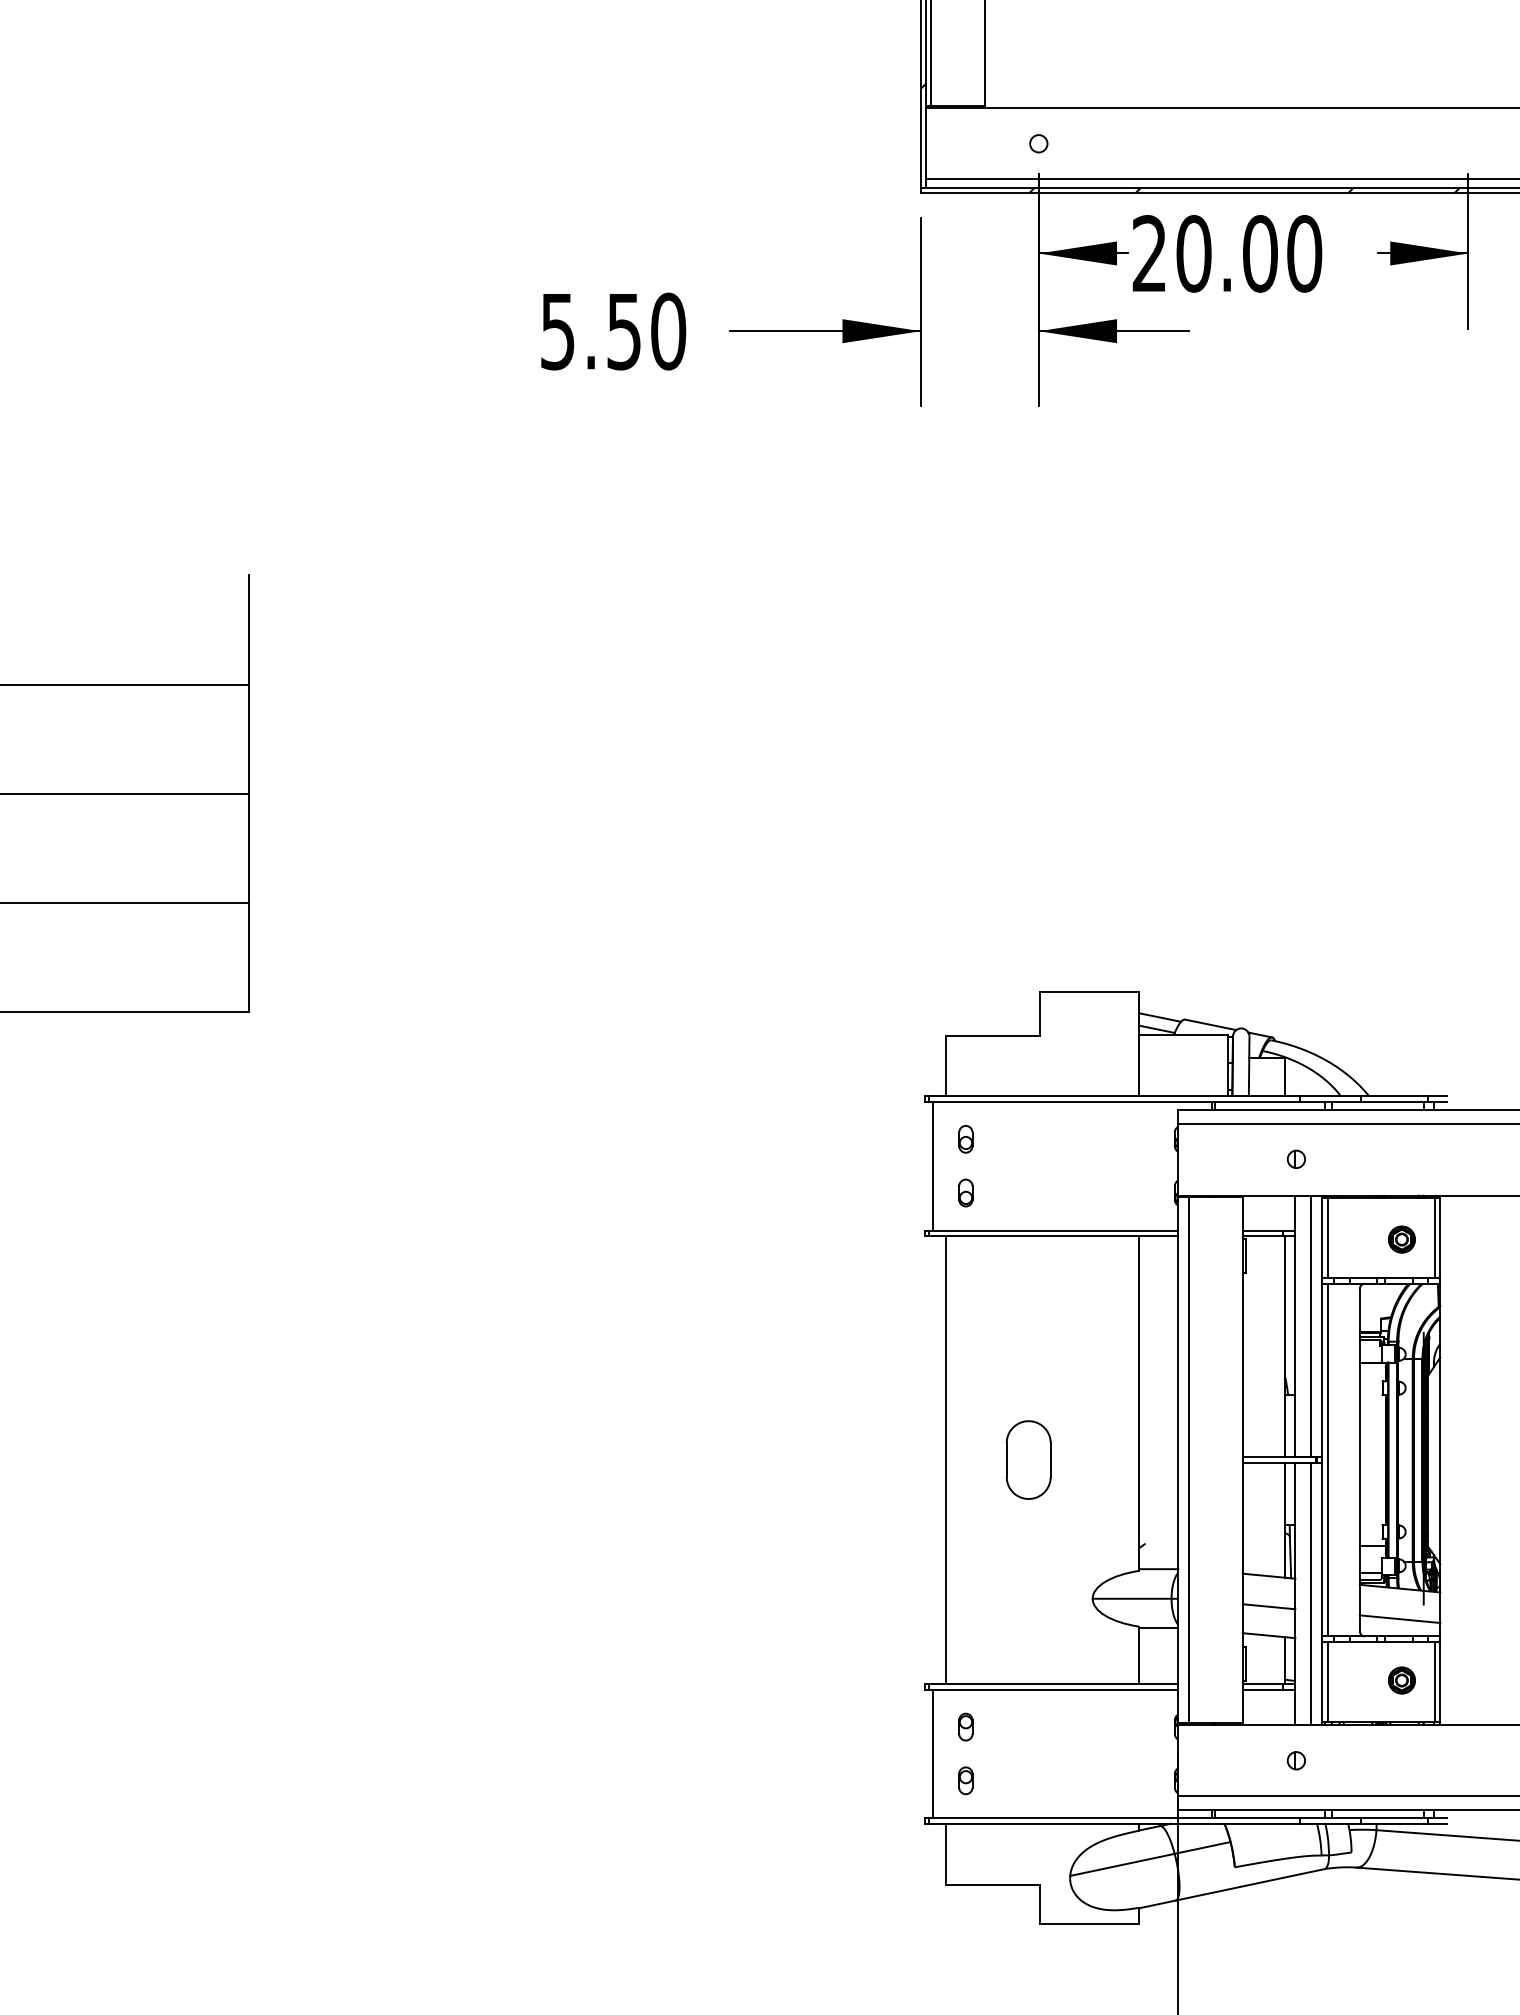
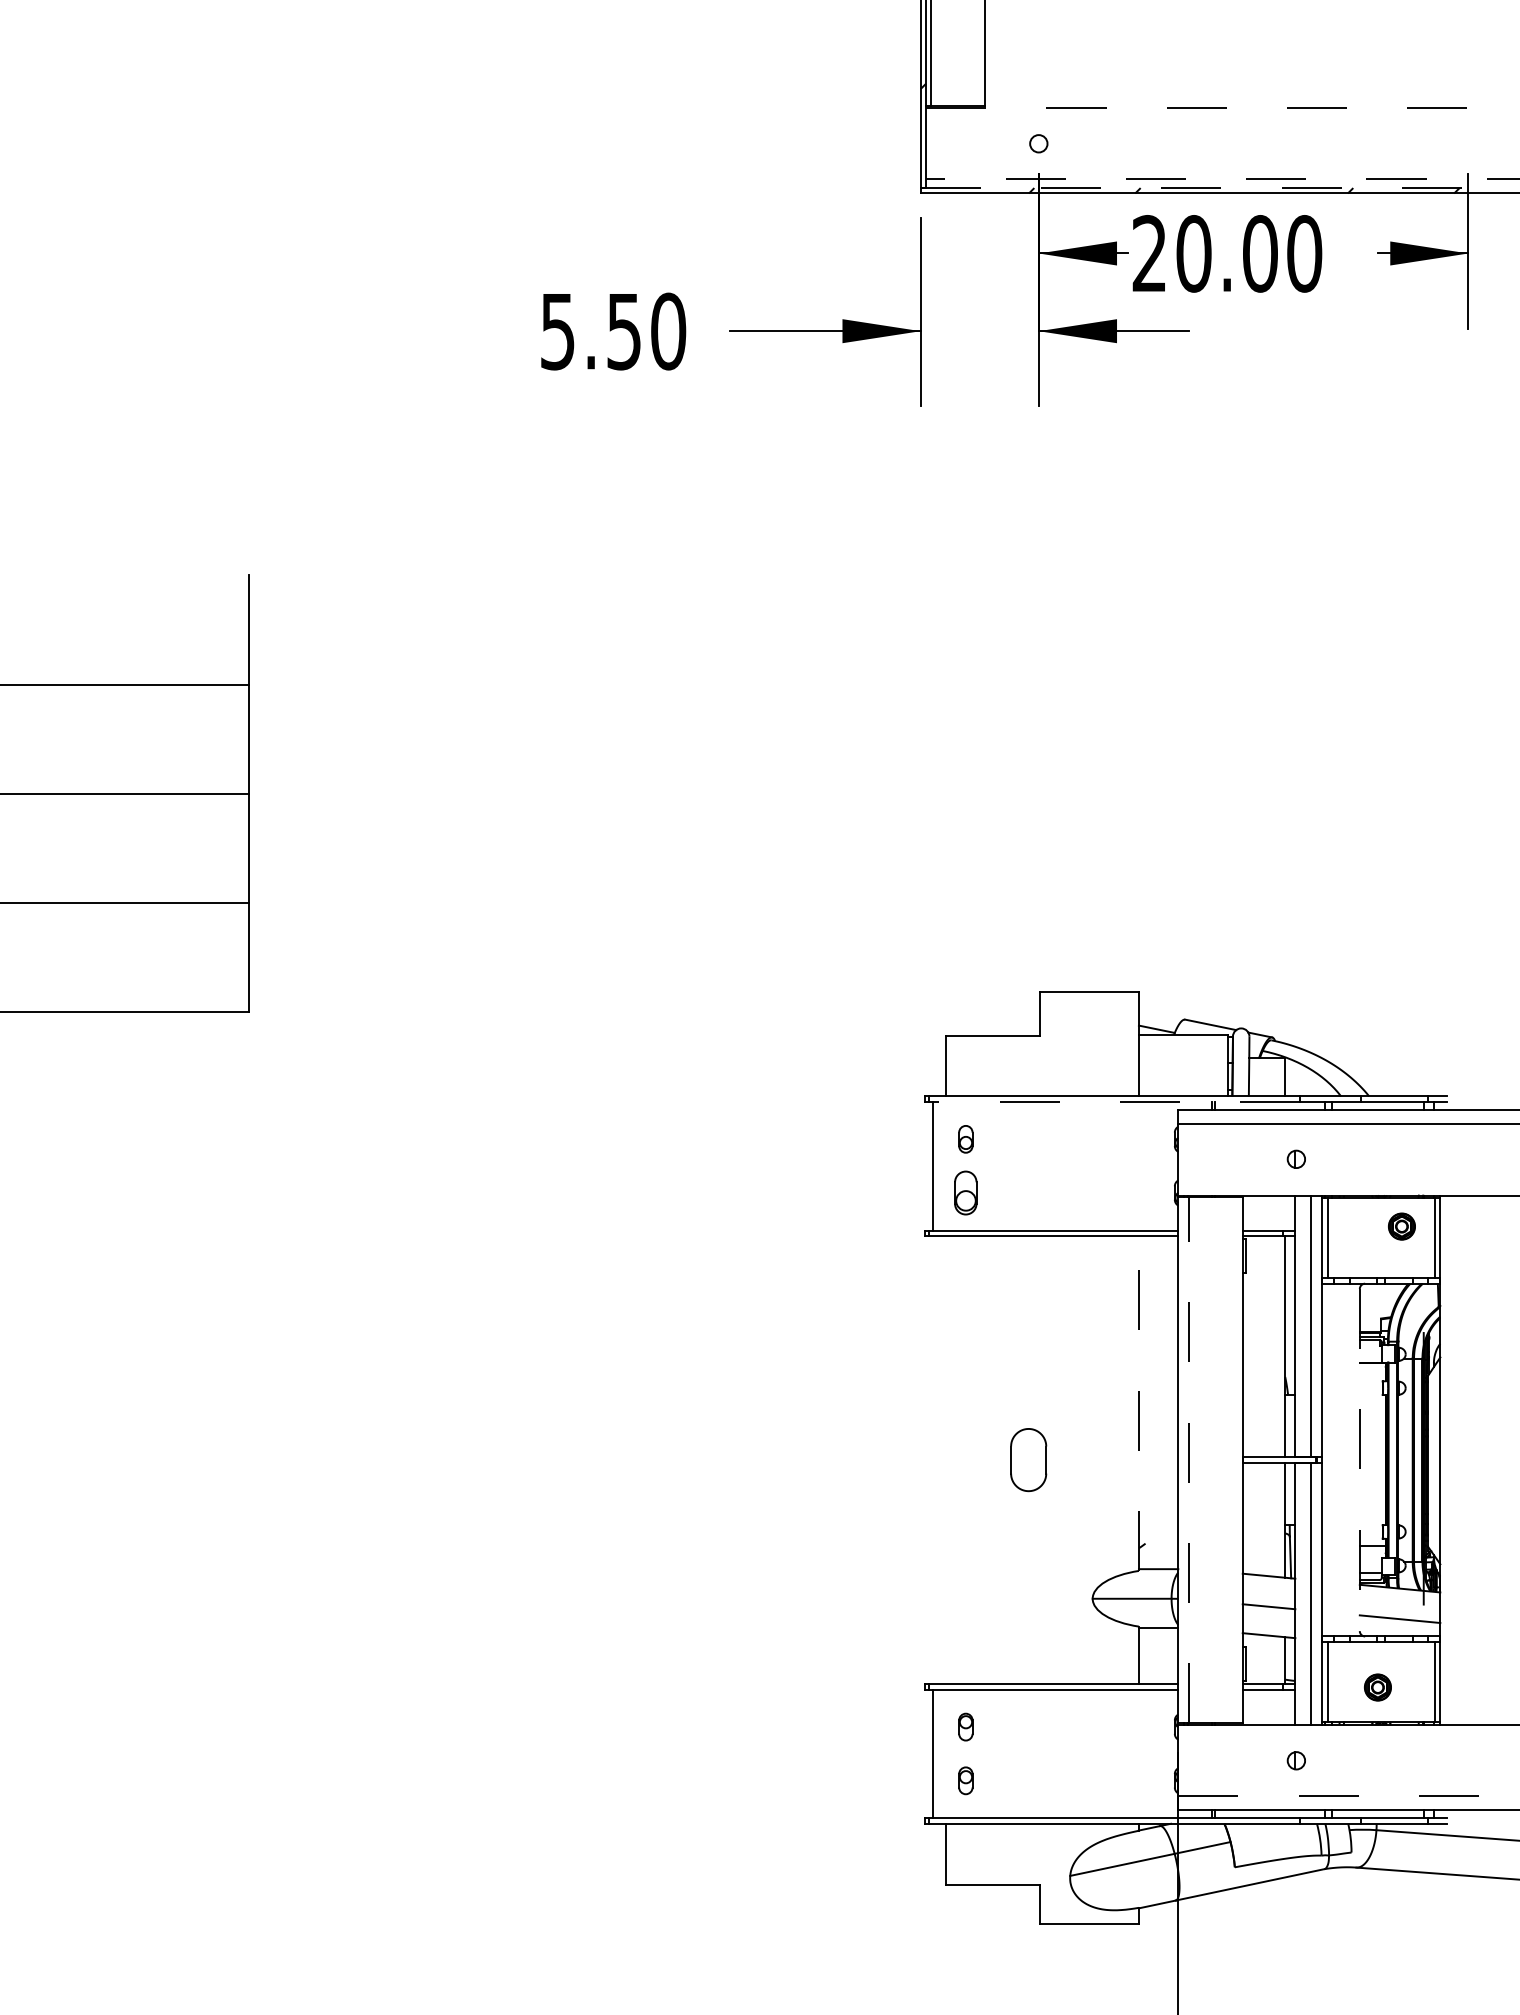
line at (1223, 107): solid -> dashed
line at (1222, 179): solid -> dashed
line at (1220, 188): solid -> dashed
line at (1159, 1017): present -> none
line at (1114, 1101): solid -> dashed
part at (965, 1192) size: 16x30 px -> 24x46 px
part at (1401, 1239) position: (1401, 1239) -> (1401, 1226)
line at (1138, 1402): solid -> dashed
line at (945, 1459): present -> none
part at (1028, 1459) size: 47x80 px -> 38x65 px
line at (1189, 1459): solid -> dashed
line at (1327, 1459): present -> none
line at (1359, 1460): solid -> dashed
part at (1401, 1680) position: (1401, 1680) -> (1377, 1687)
line at (1349, 1796): solid -> dashed
